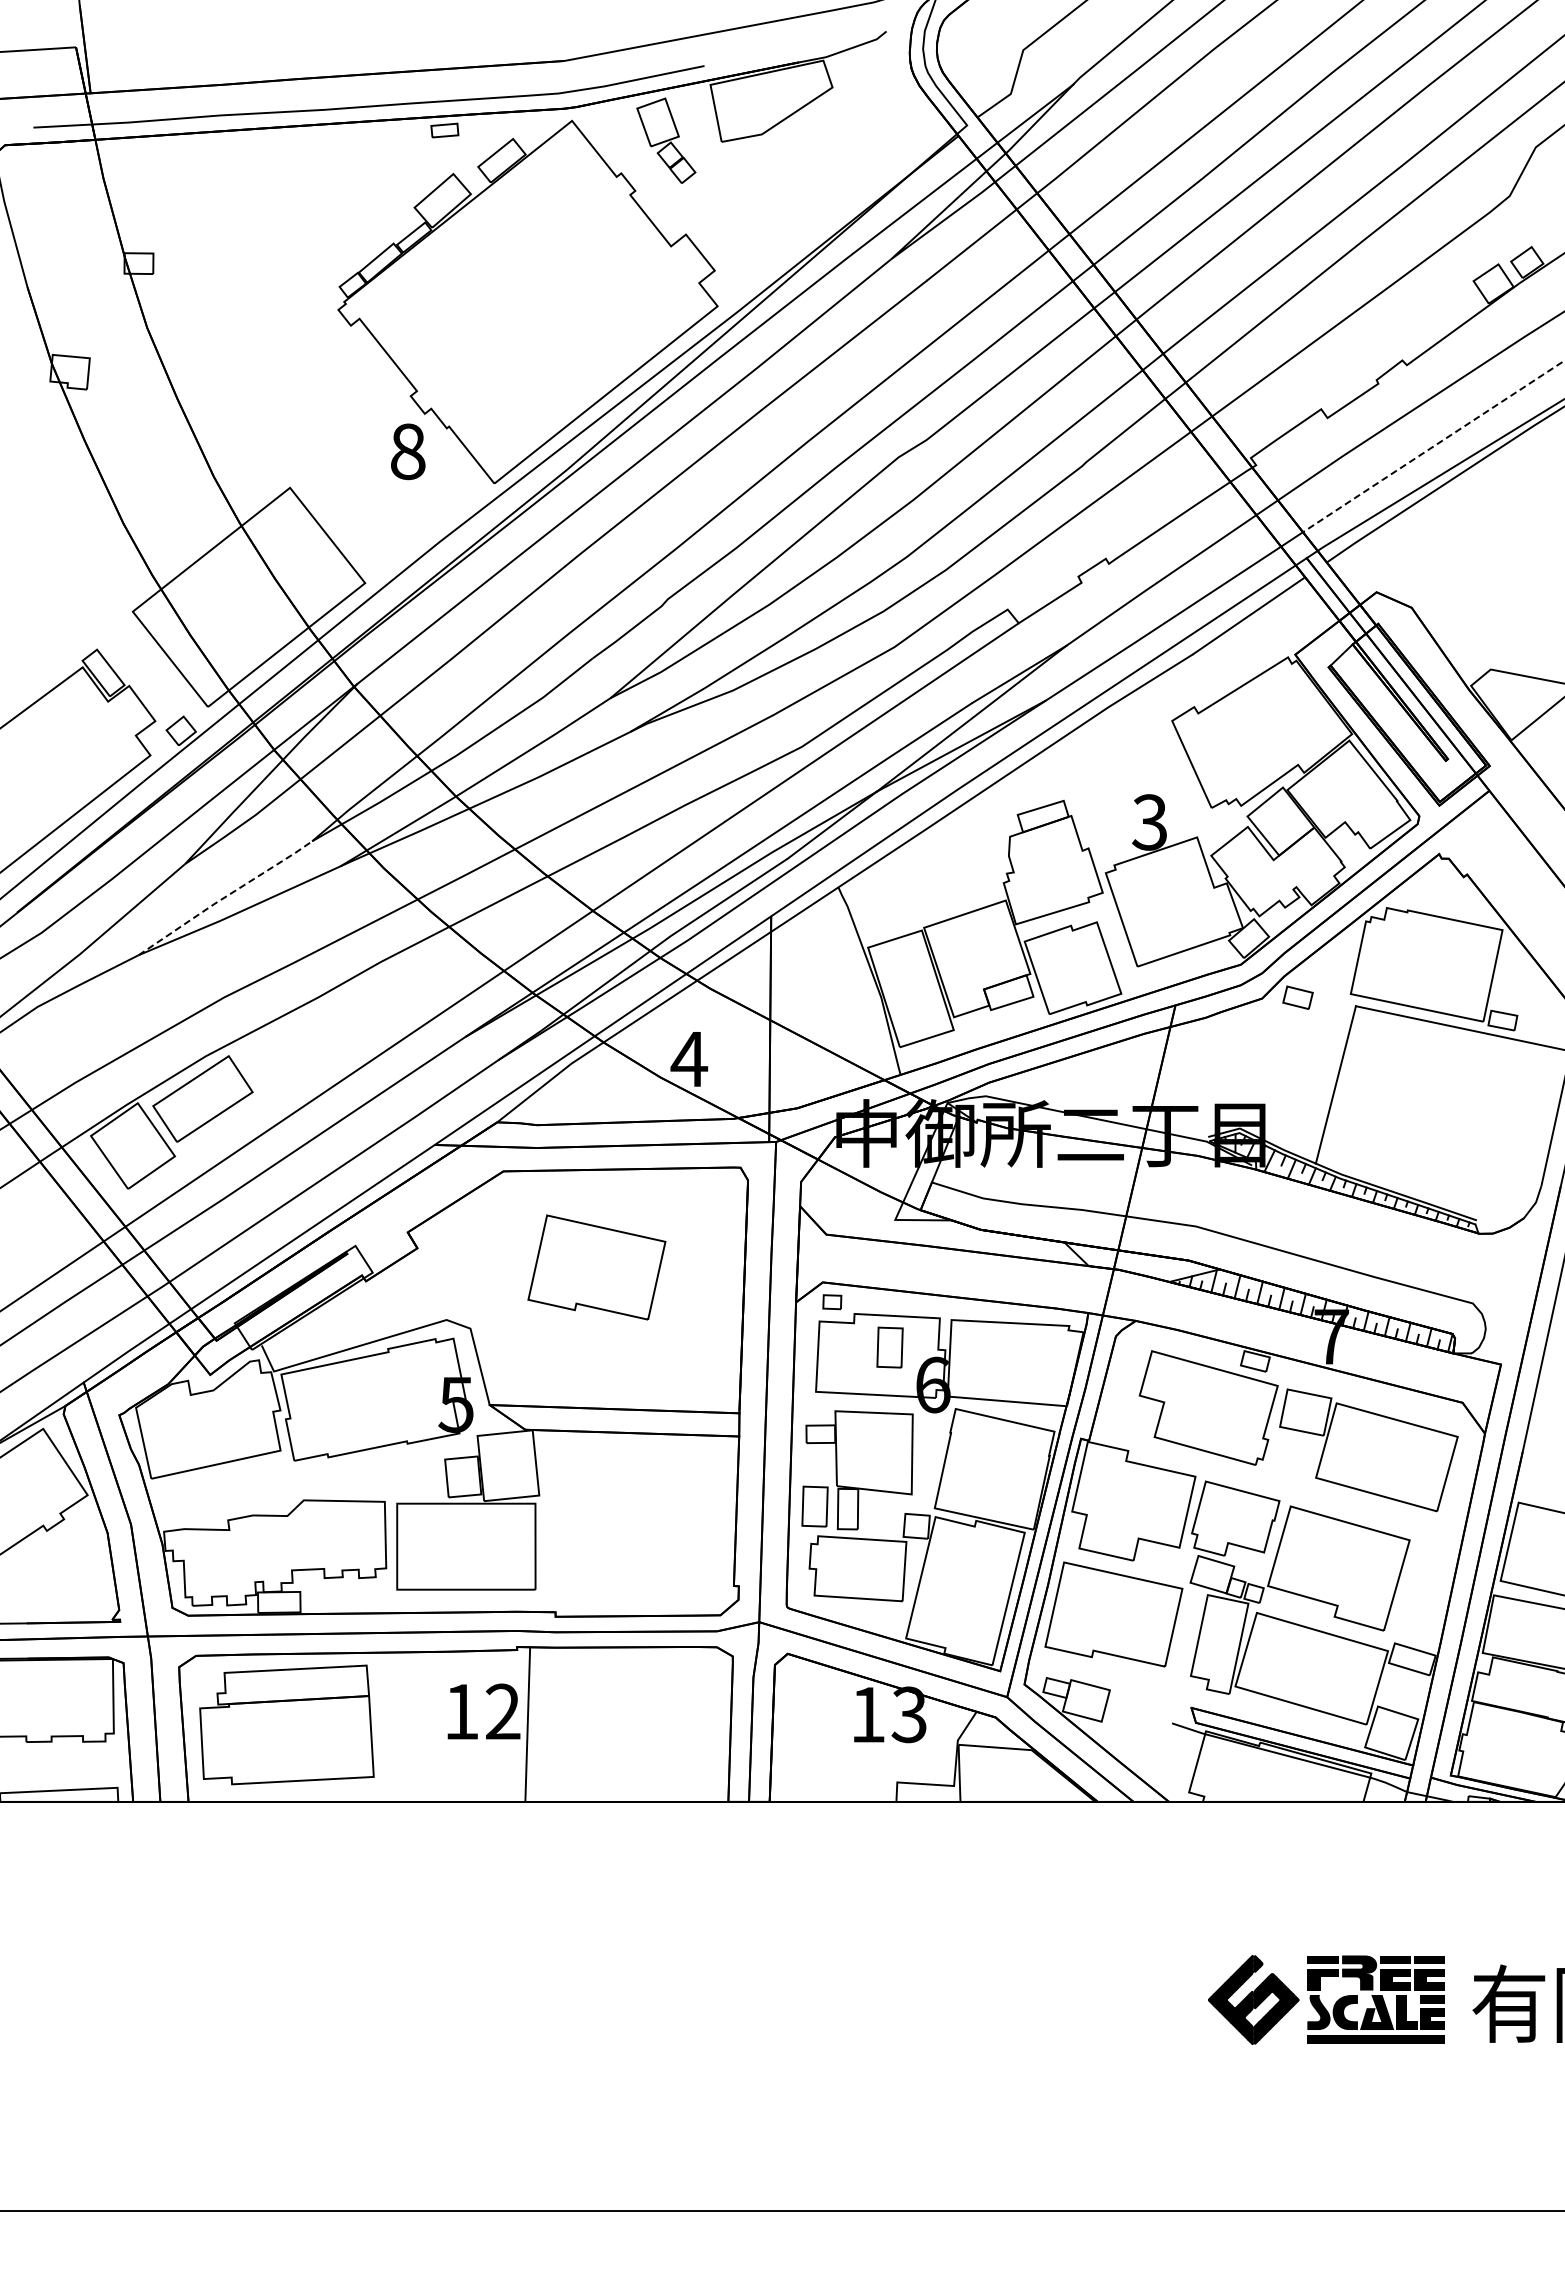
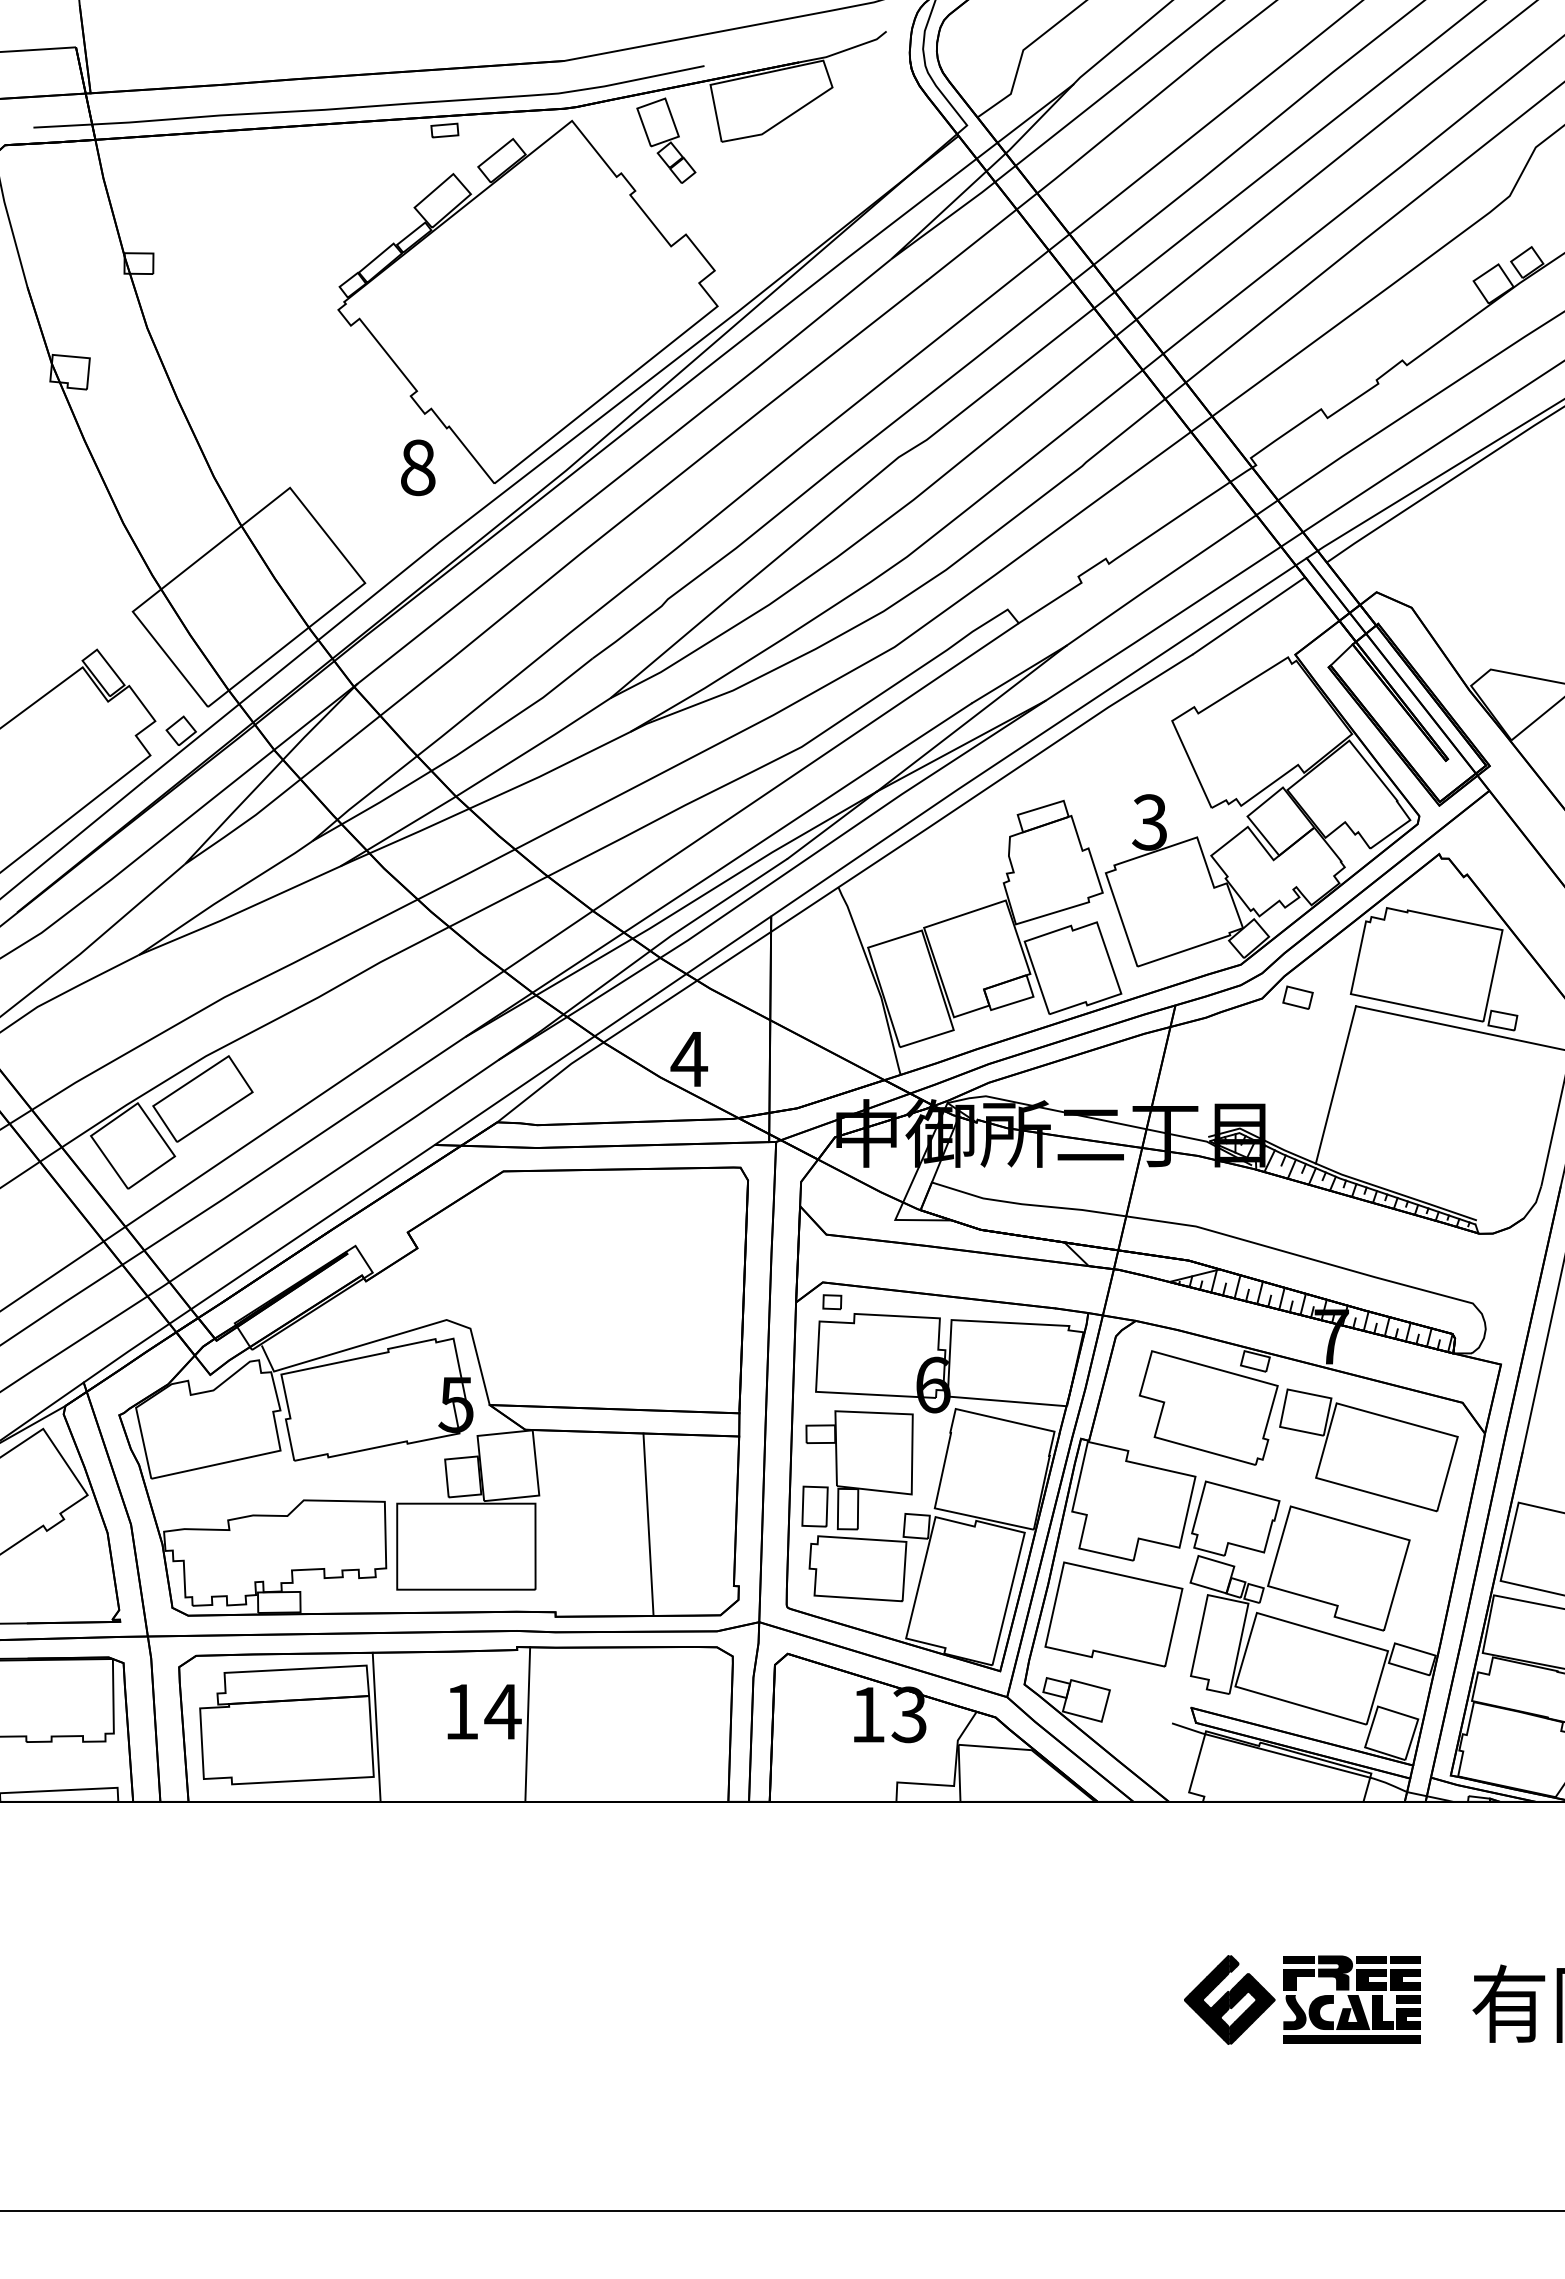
line at (1433, 446): dashed -> solid
text at (408, 451) position: (408, 451) -> (418, 467)
line at (225, 896): dashed -> solid
part at (596, 1267): present -> none
part at (889, 1347): present -> none
line at (648, 1524): none -> present
text at (502, 1711): 12 -> 14
line at (376, 1726): none -> present
part at (1326, 1999) position: (1326, 1999) -> (1302, 1999)
